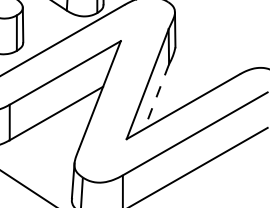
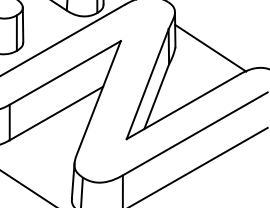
line at (210, 47): none -> present
line at (156, 96): dashed -> solid
